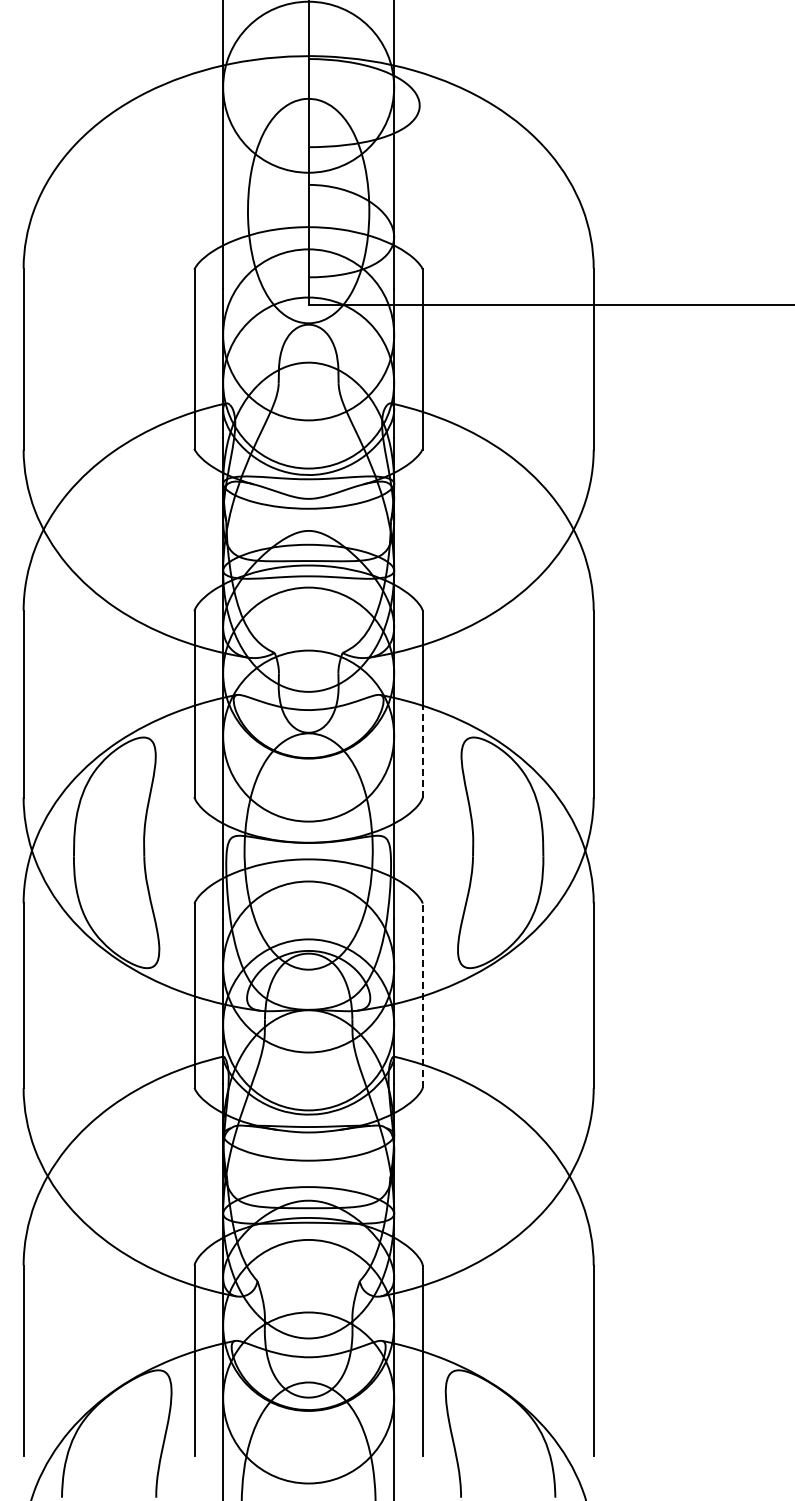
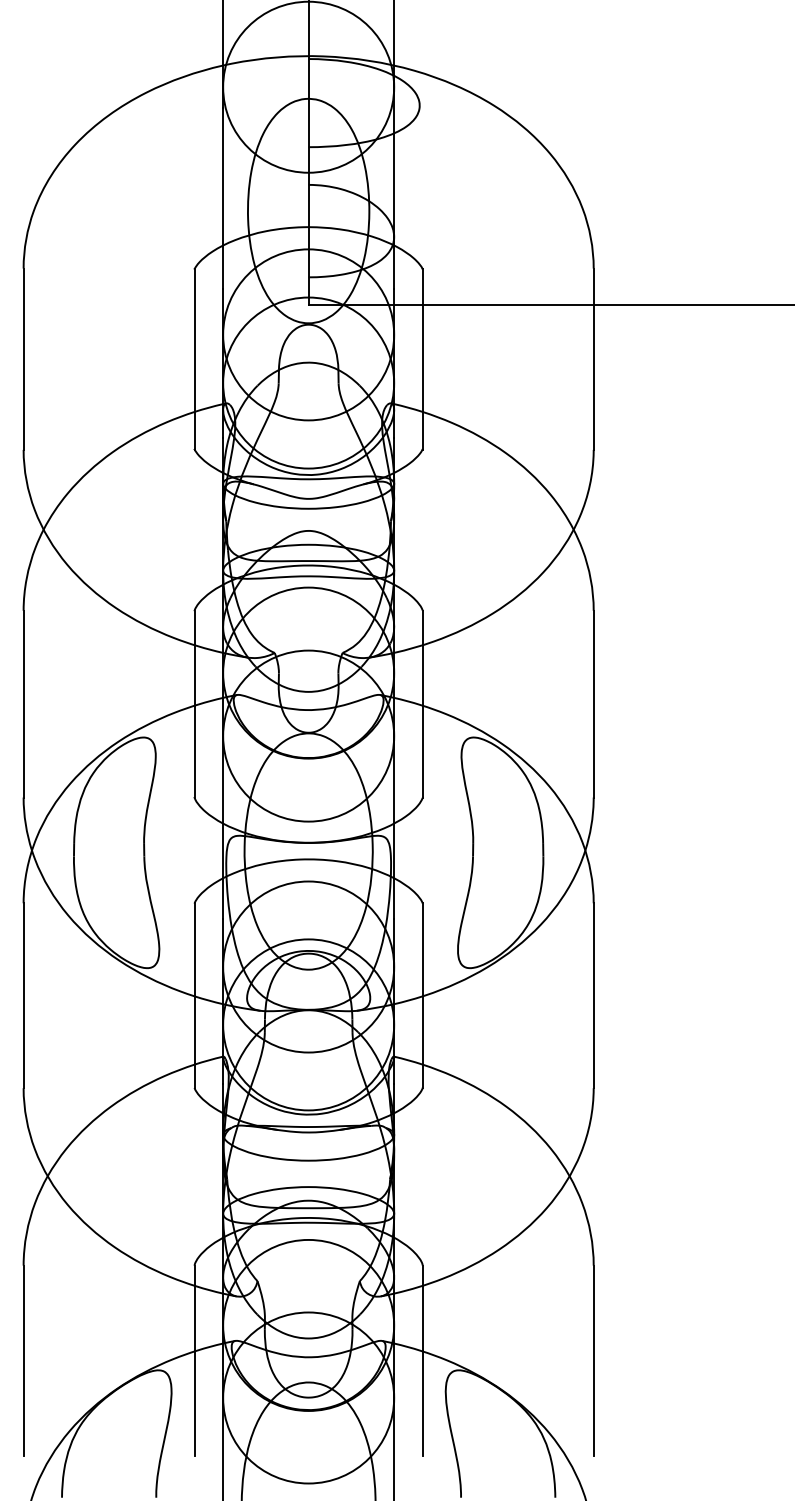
line at (422, 751): dashed -> solid
line at (422, 995): dashed -> solid
